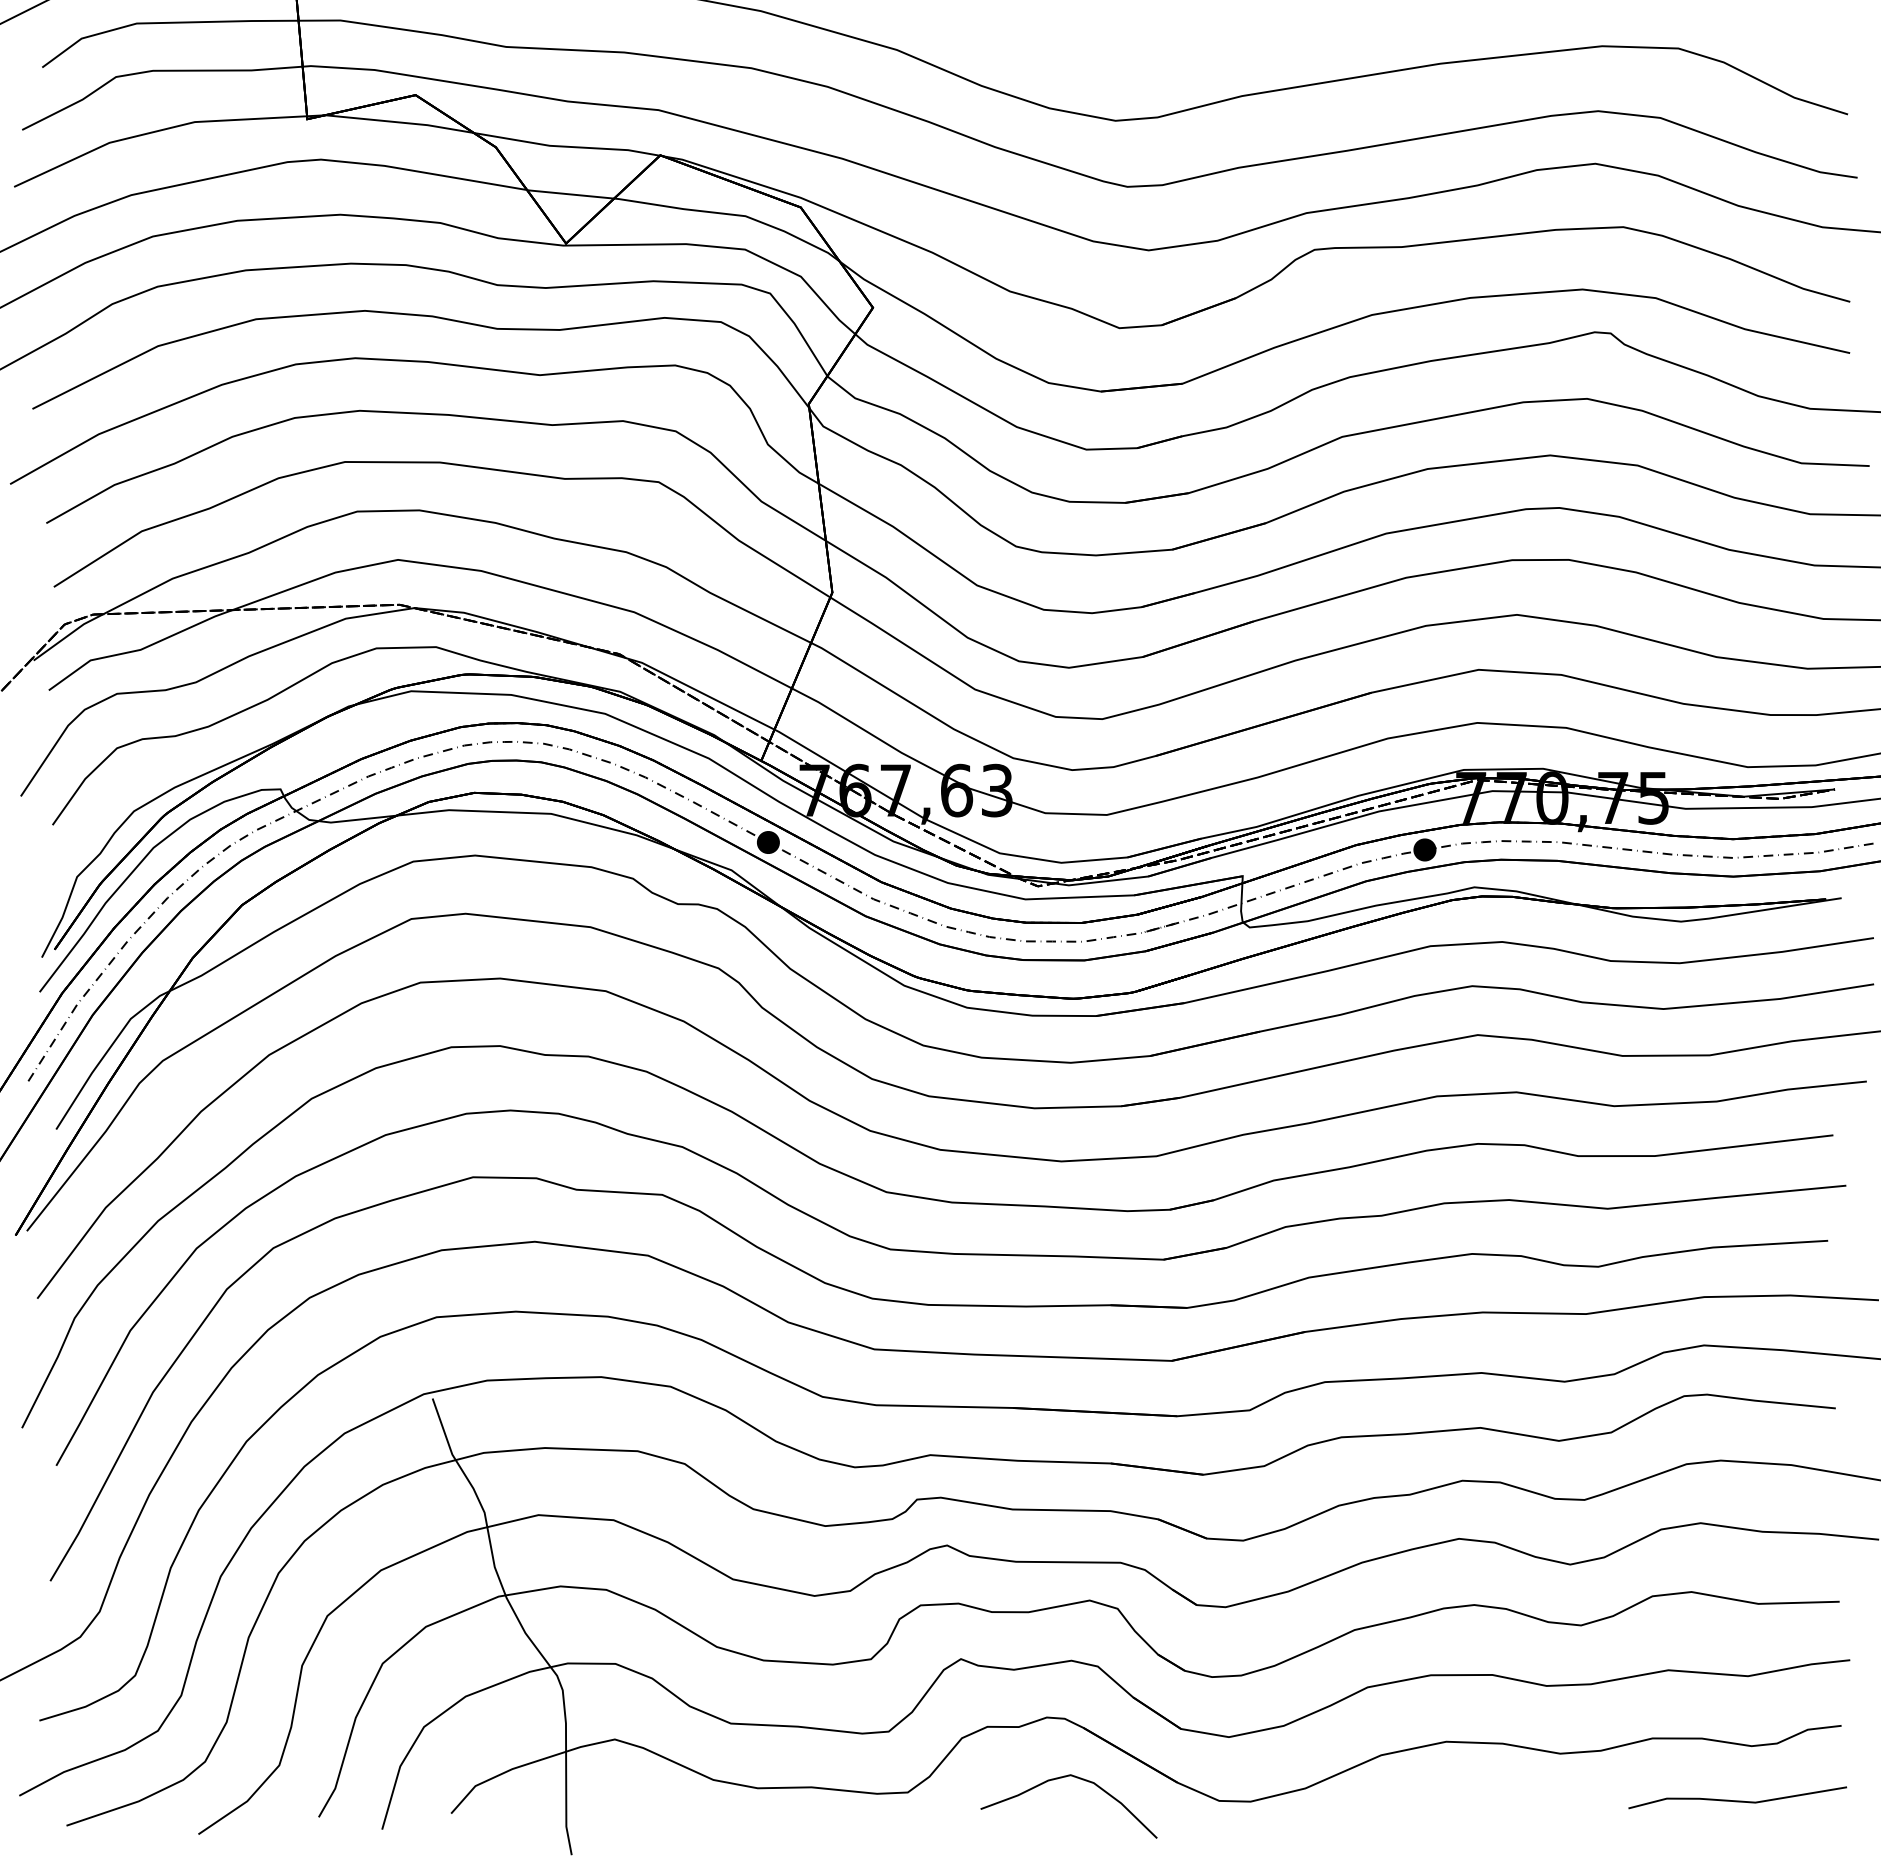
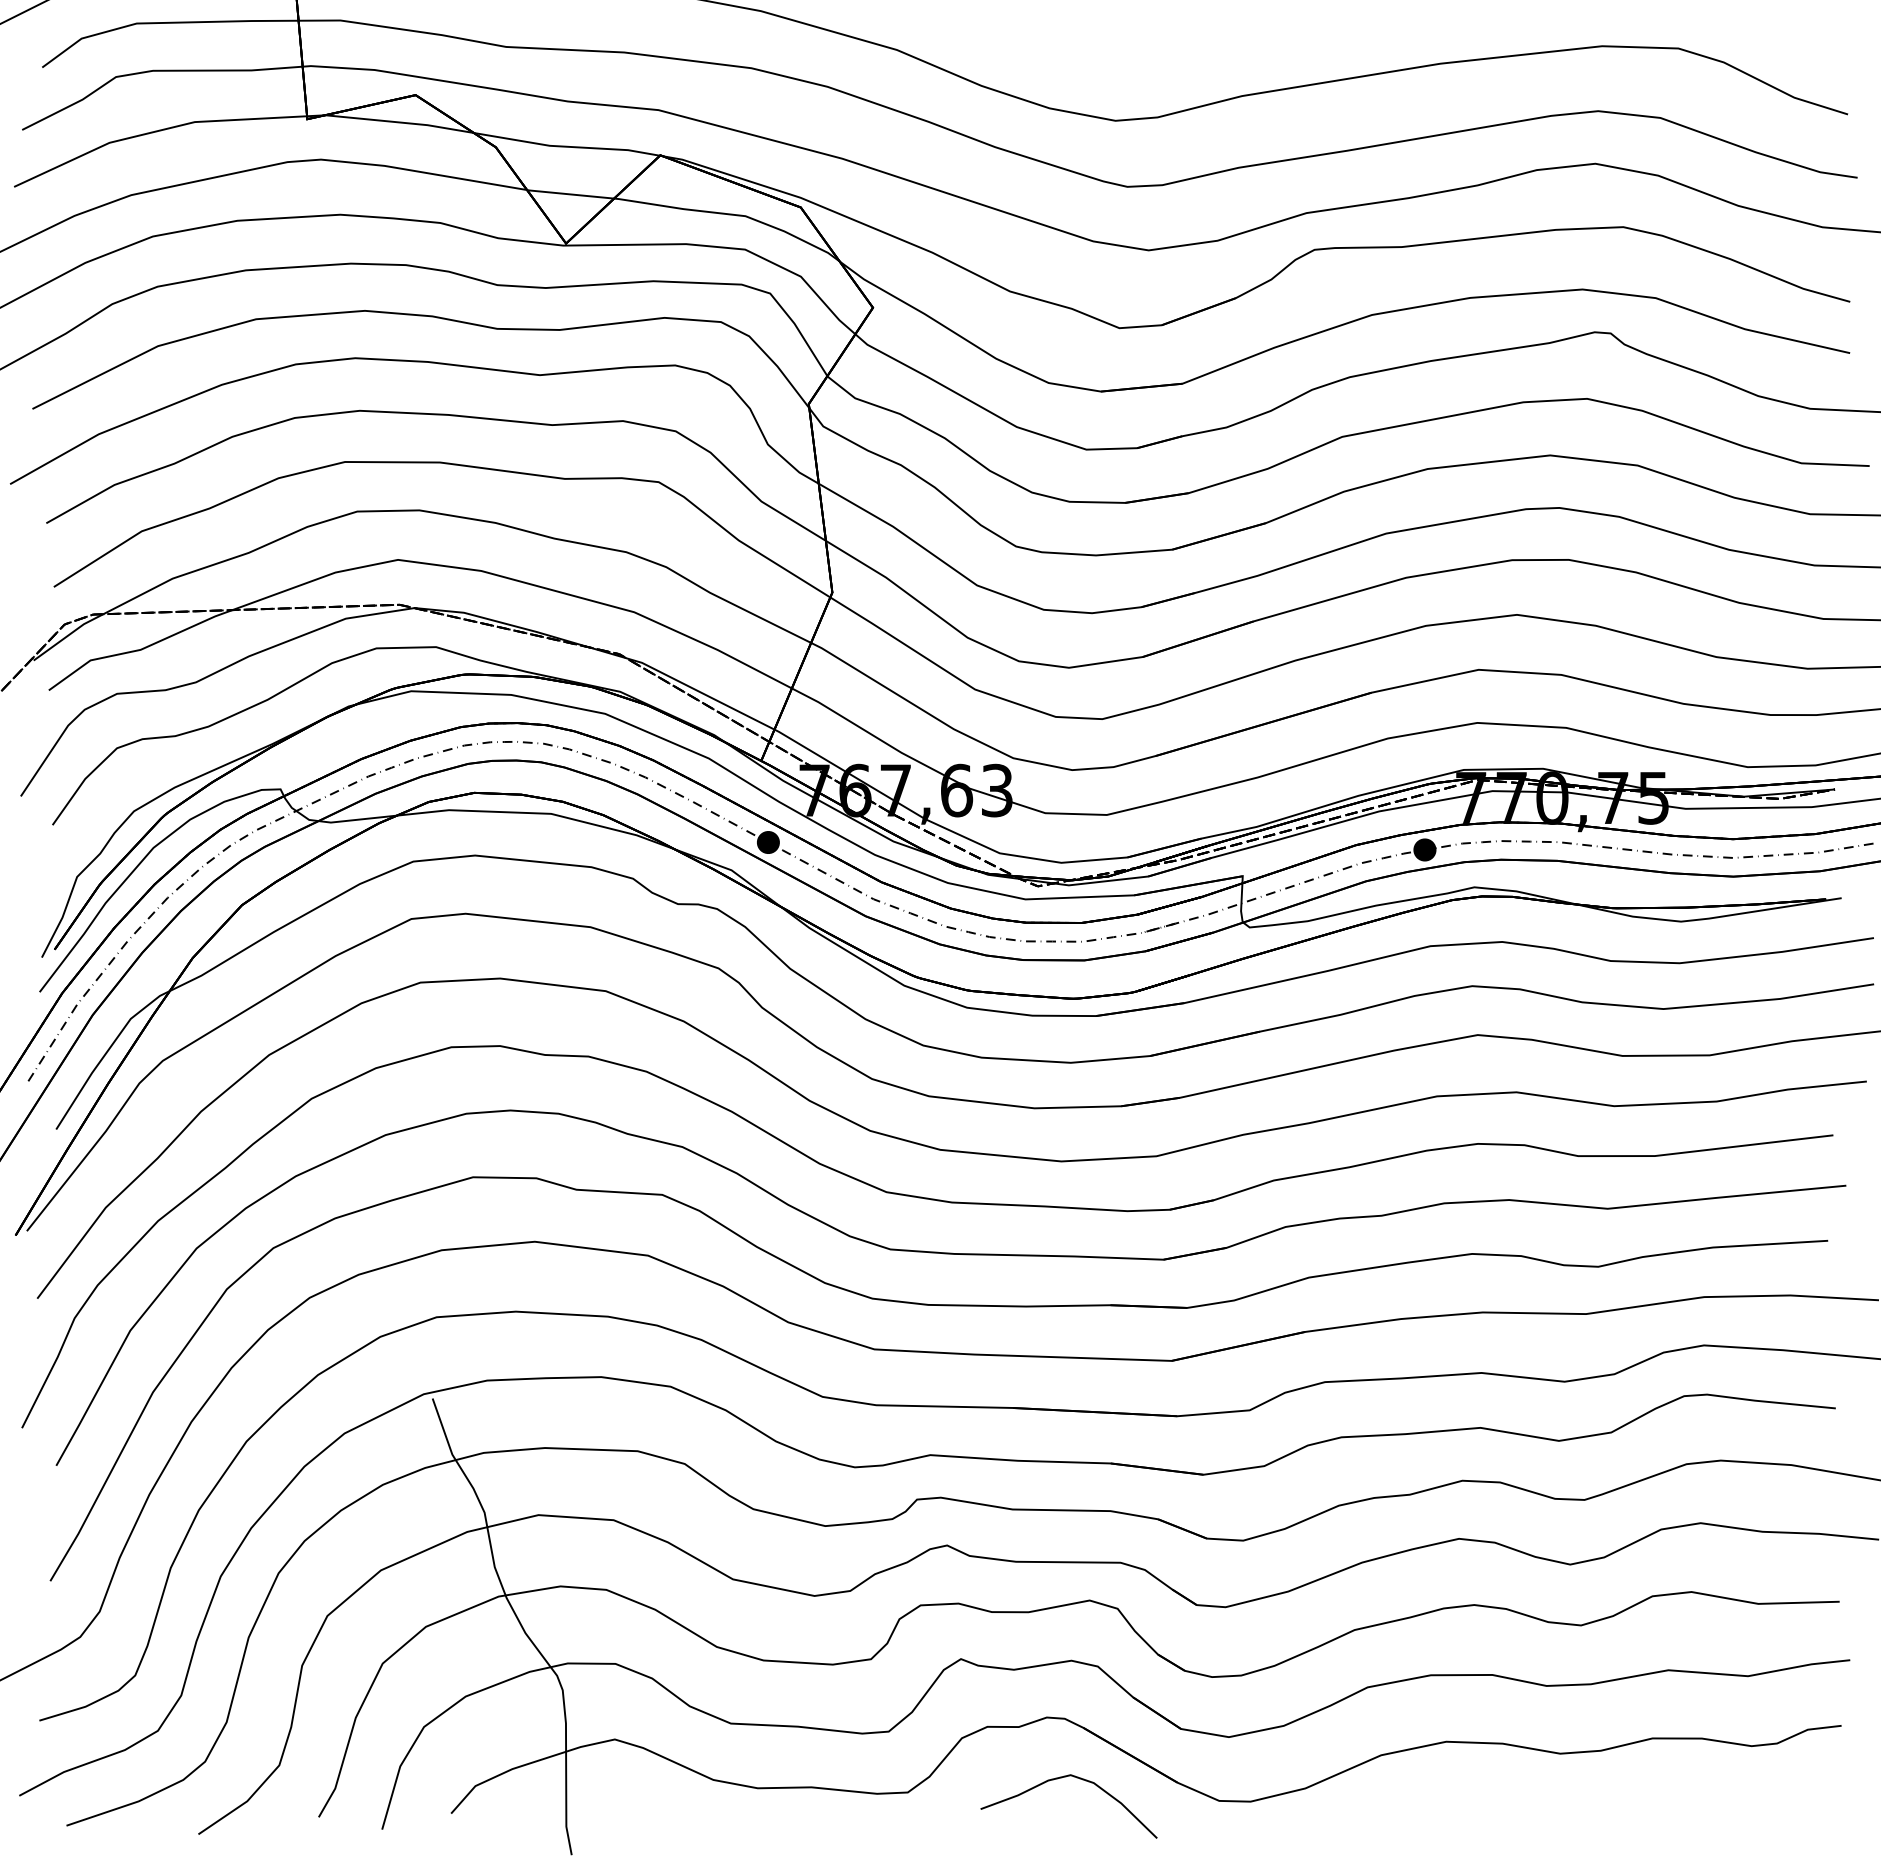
line at (1737, 1800): present -> none
